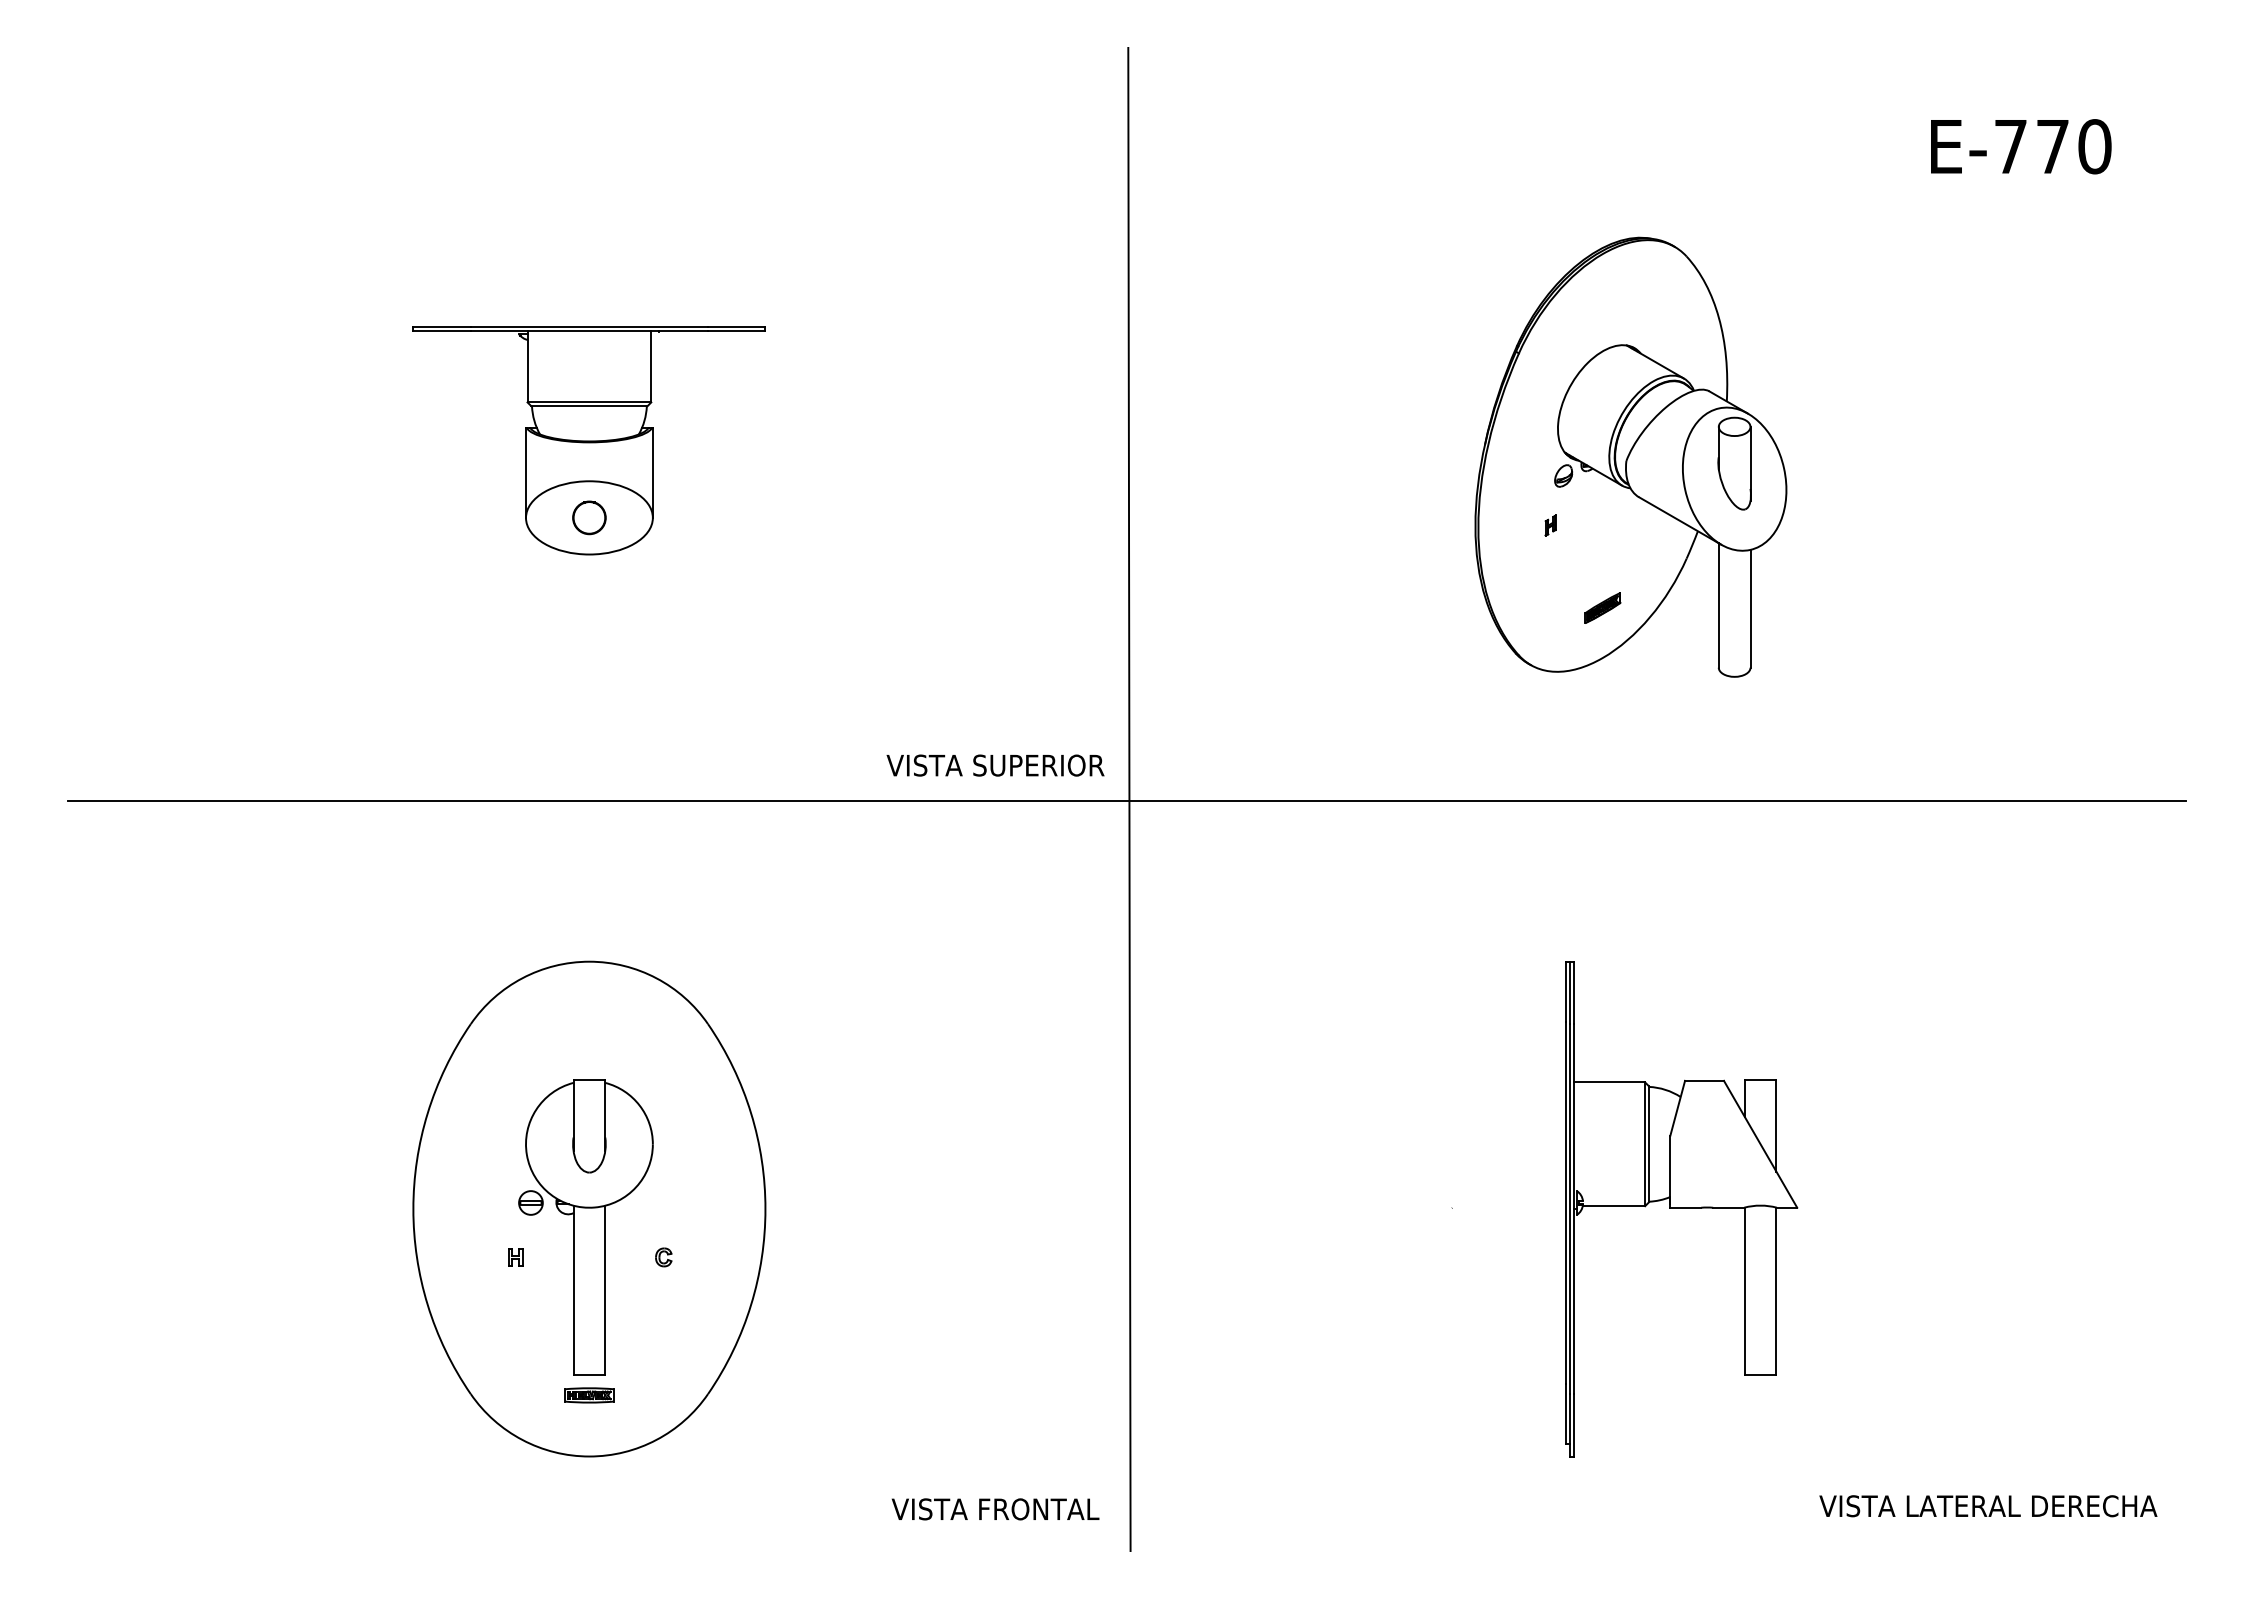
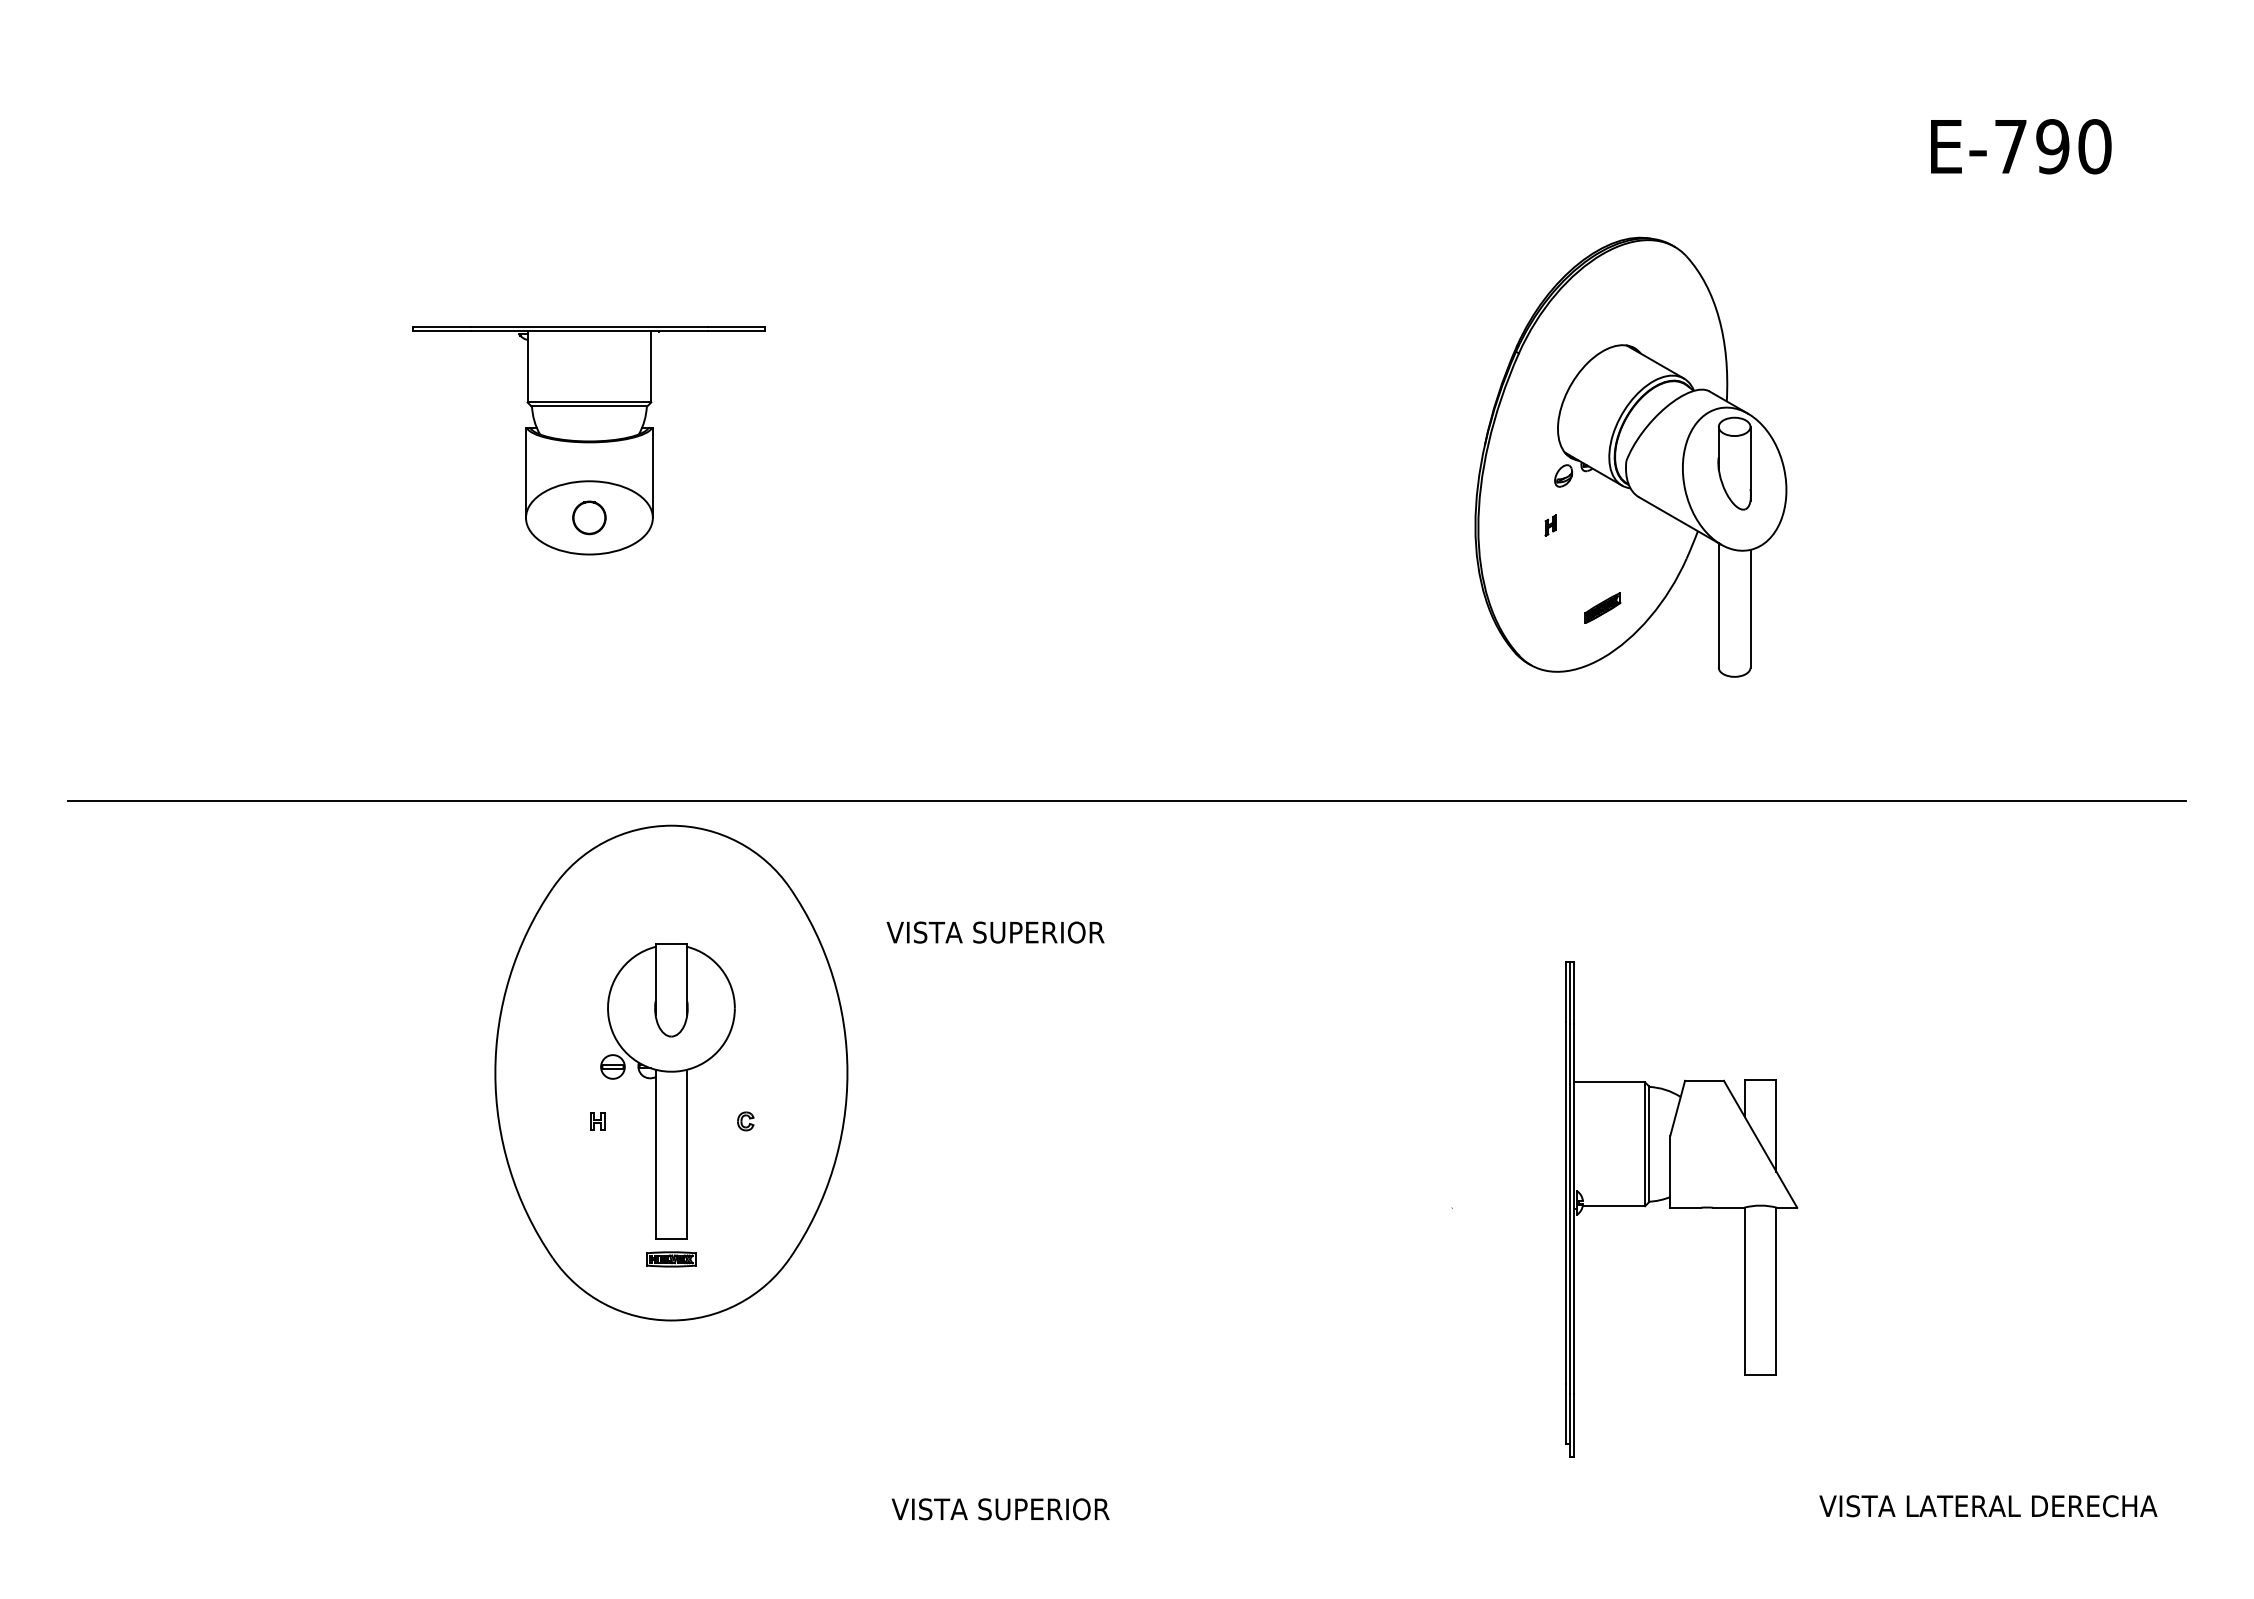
text at (2052, 146): E-770 -> E-790
text at (995, 765) position: (995, 765) -> (995, 932)
line at (1129, 799): present -> none
part at (589, 1208) position: (589, 1208) -> (671, 1072)
text at (1043, 1509): VISTA FRONTAL -> VISTA SUPERIOR
